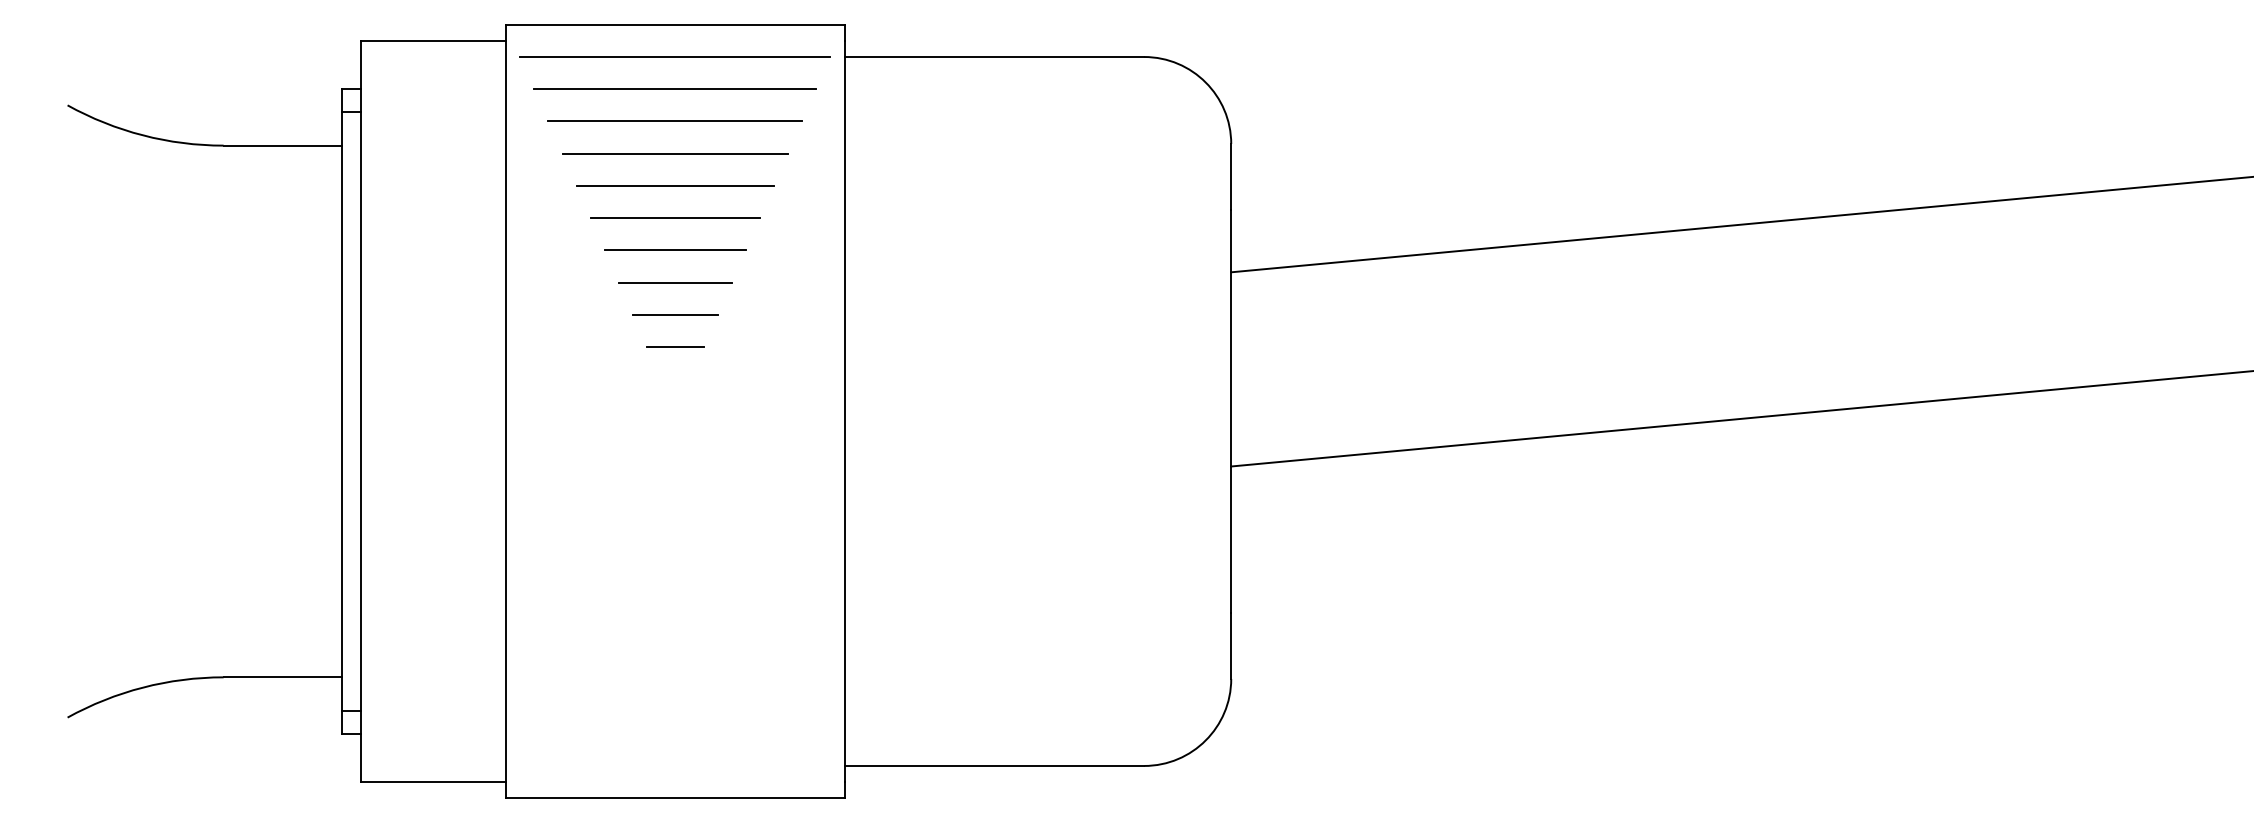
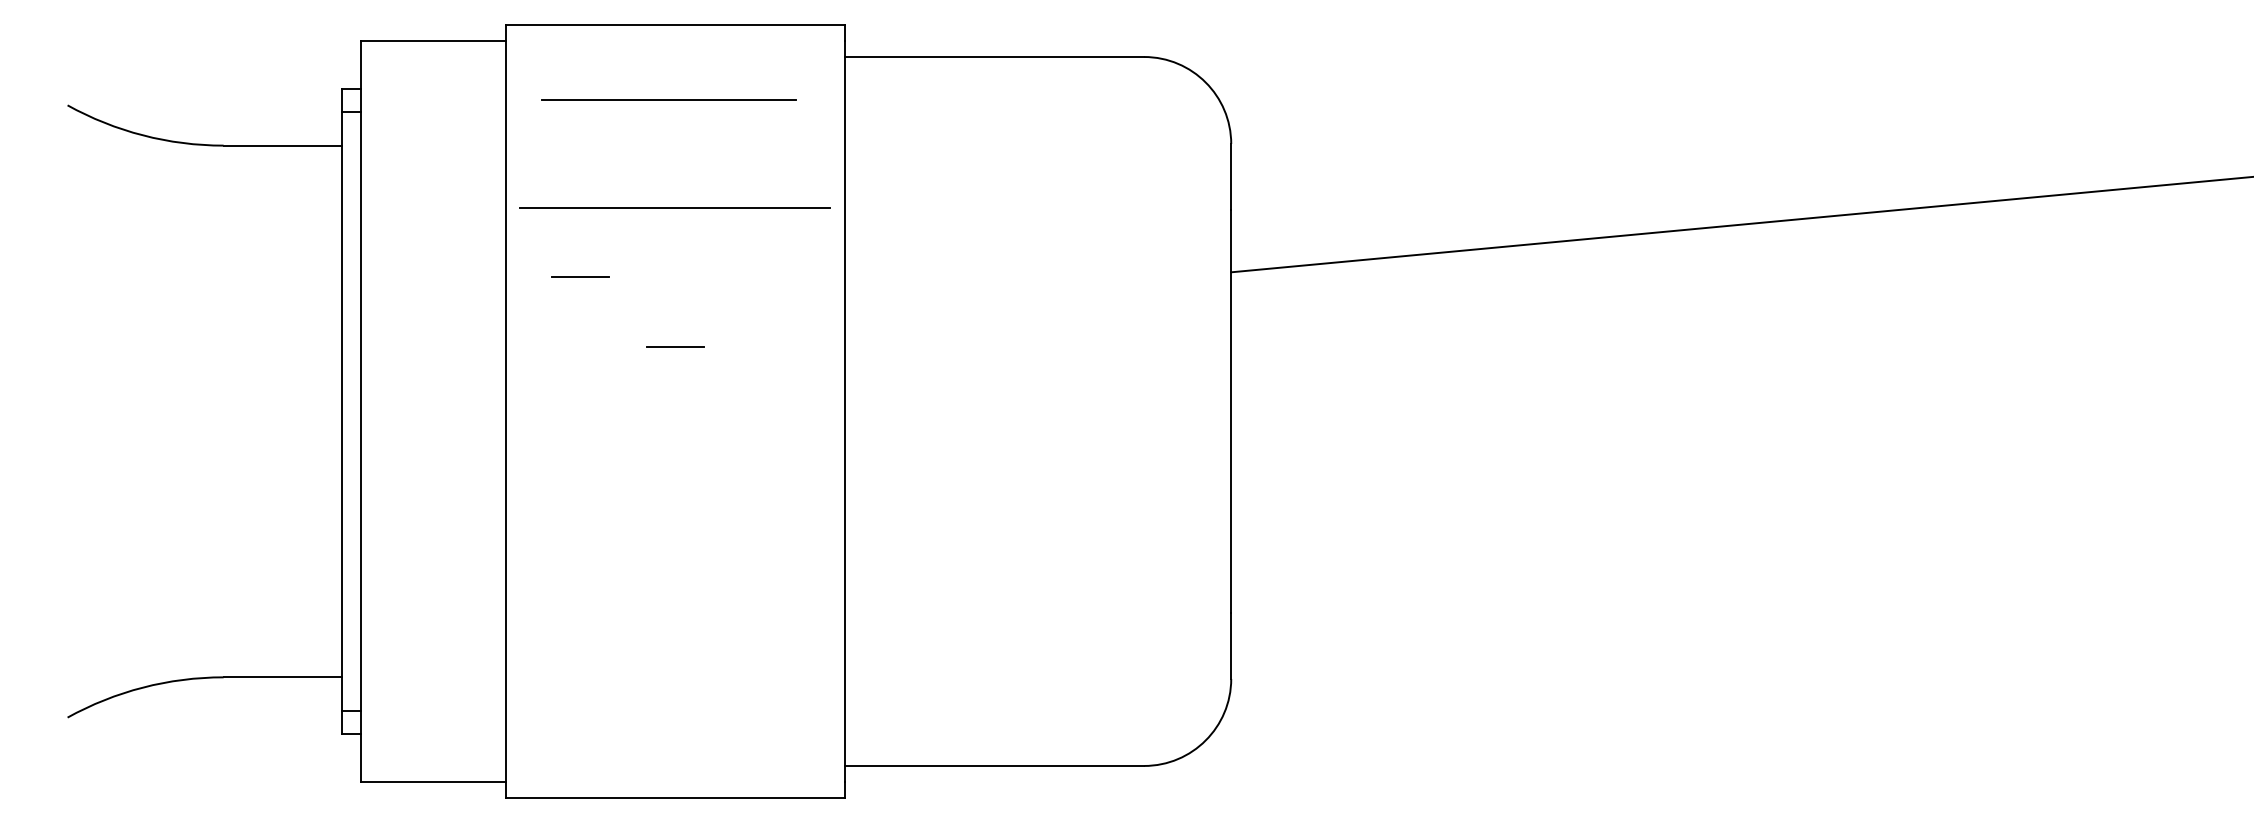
line at (674, 56) position: (674, 56) -> (674, 207)
line at (675, 89): present -> none
line at (674, 120) position: (674, 120) -> (668, 99)
line at (675, 153): present -> none
line at (675, 185): present -> none
line at (674, 218): present -> none
line at (674, 250): present -> none
line at (580, 276): none -> present
line at (674, 282): present -> none
line at (675, 314): present -> none
line at (1740, 418): present -> none
